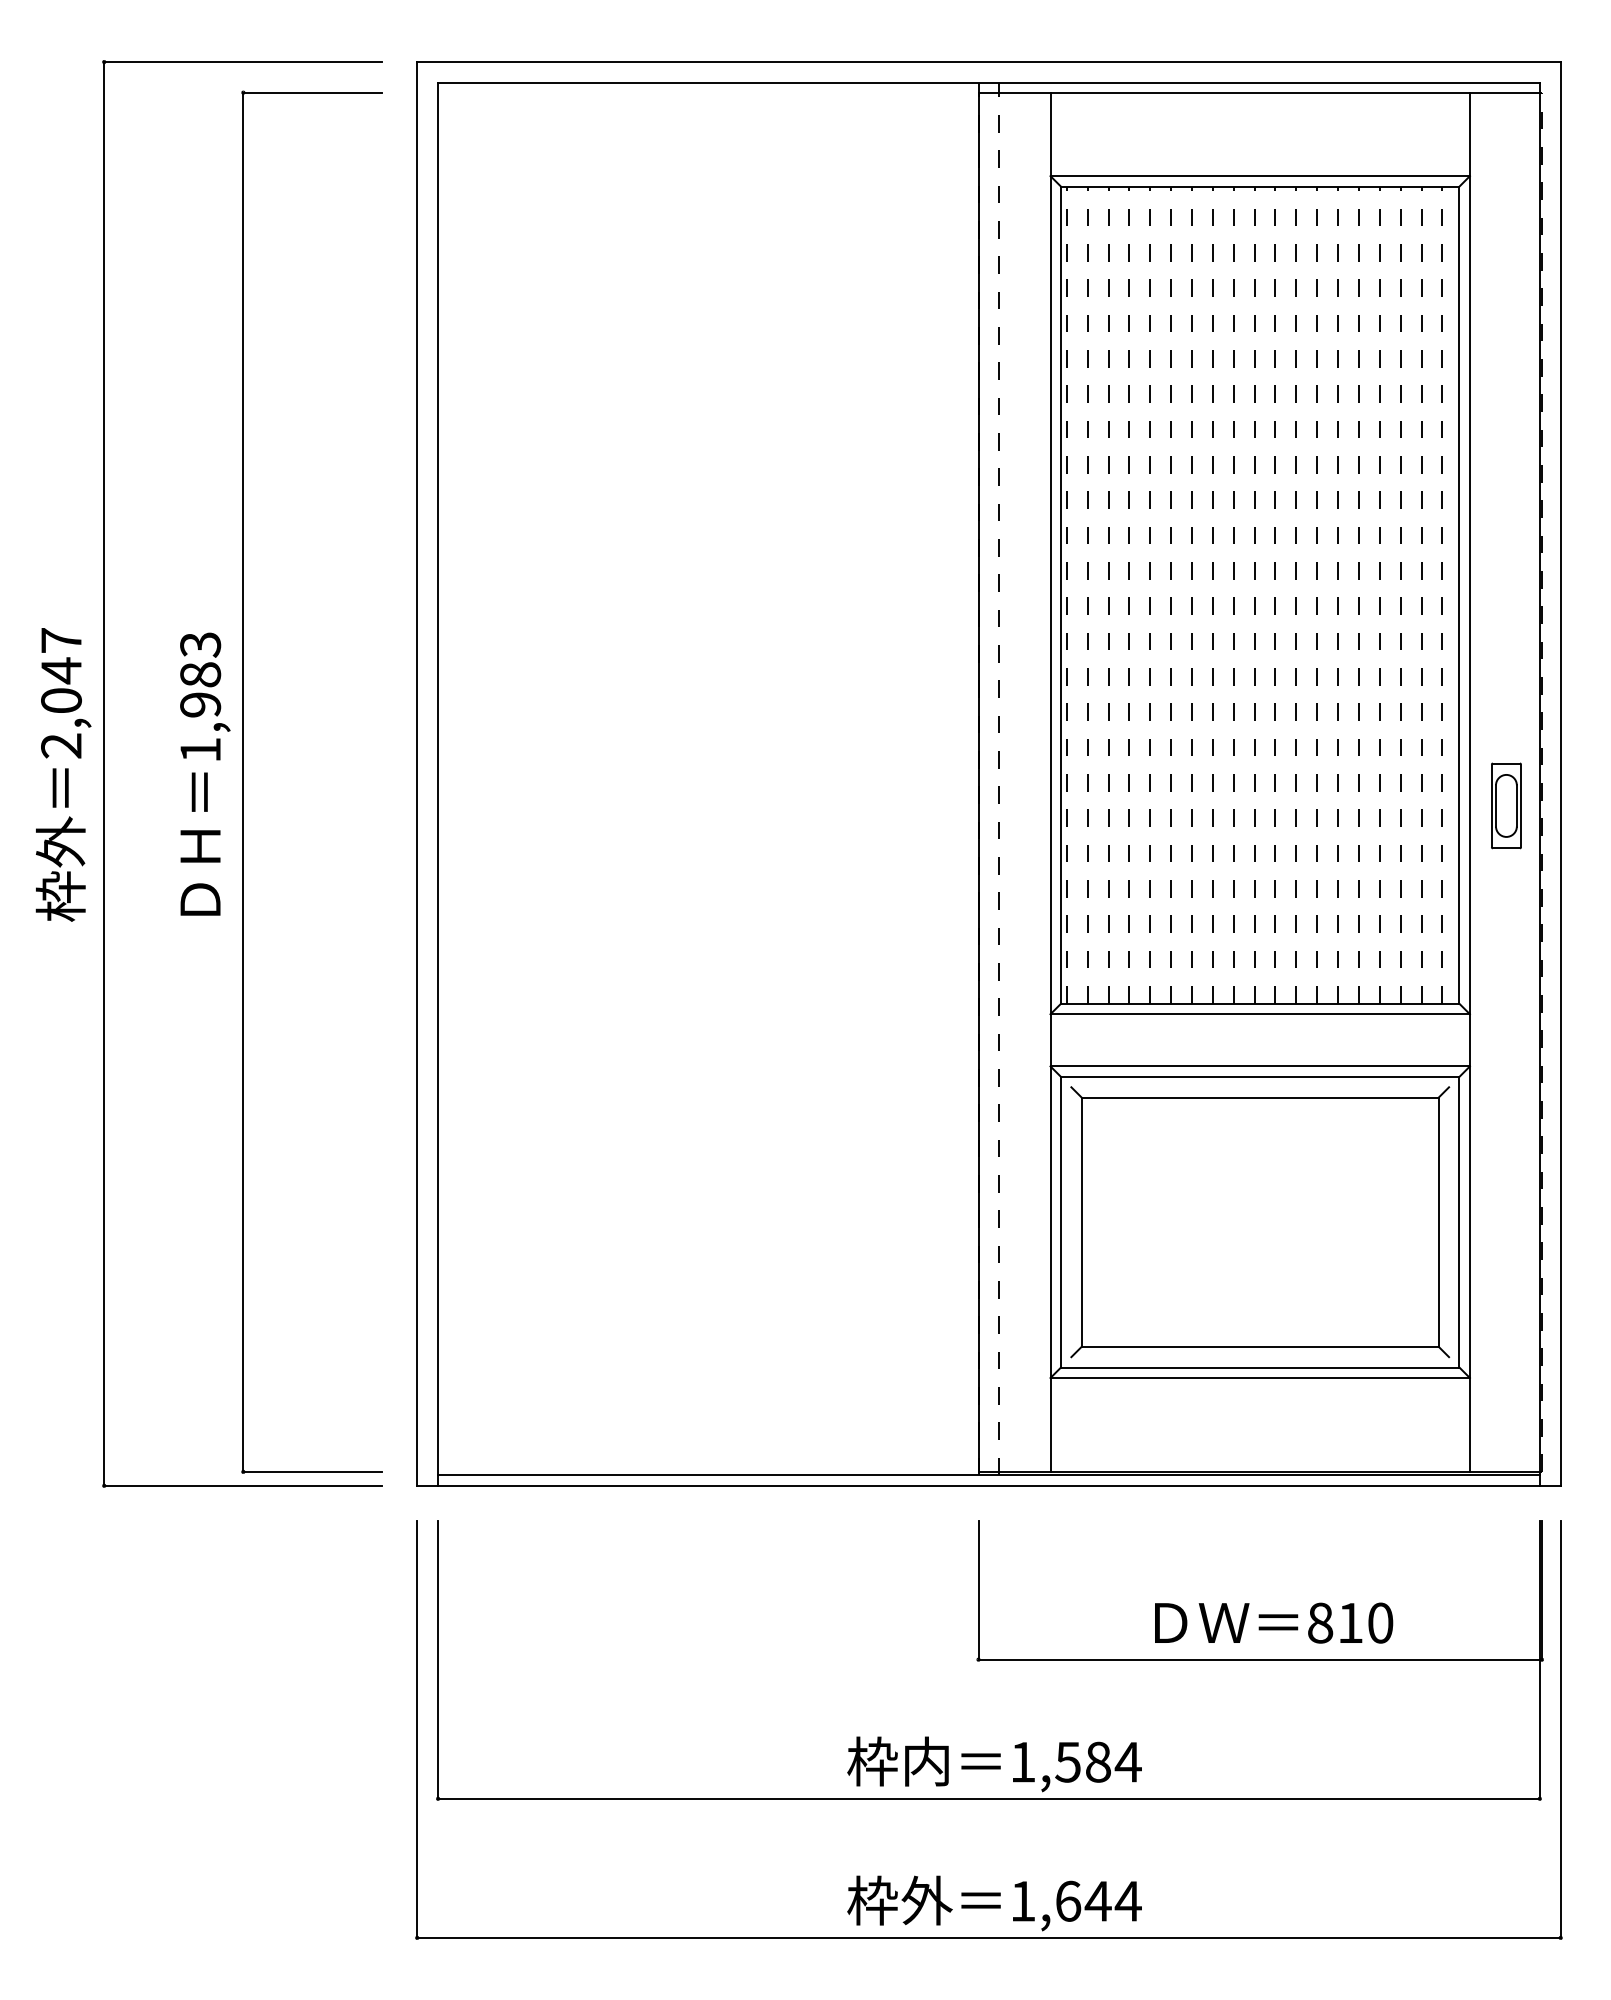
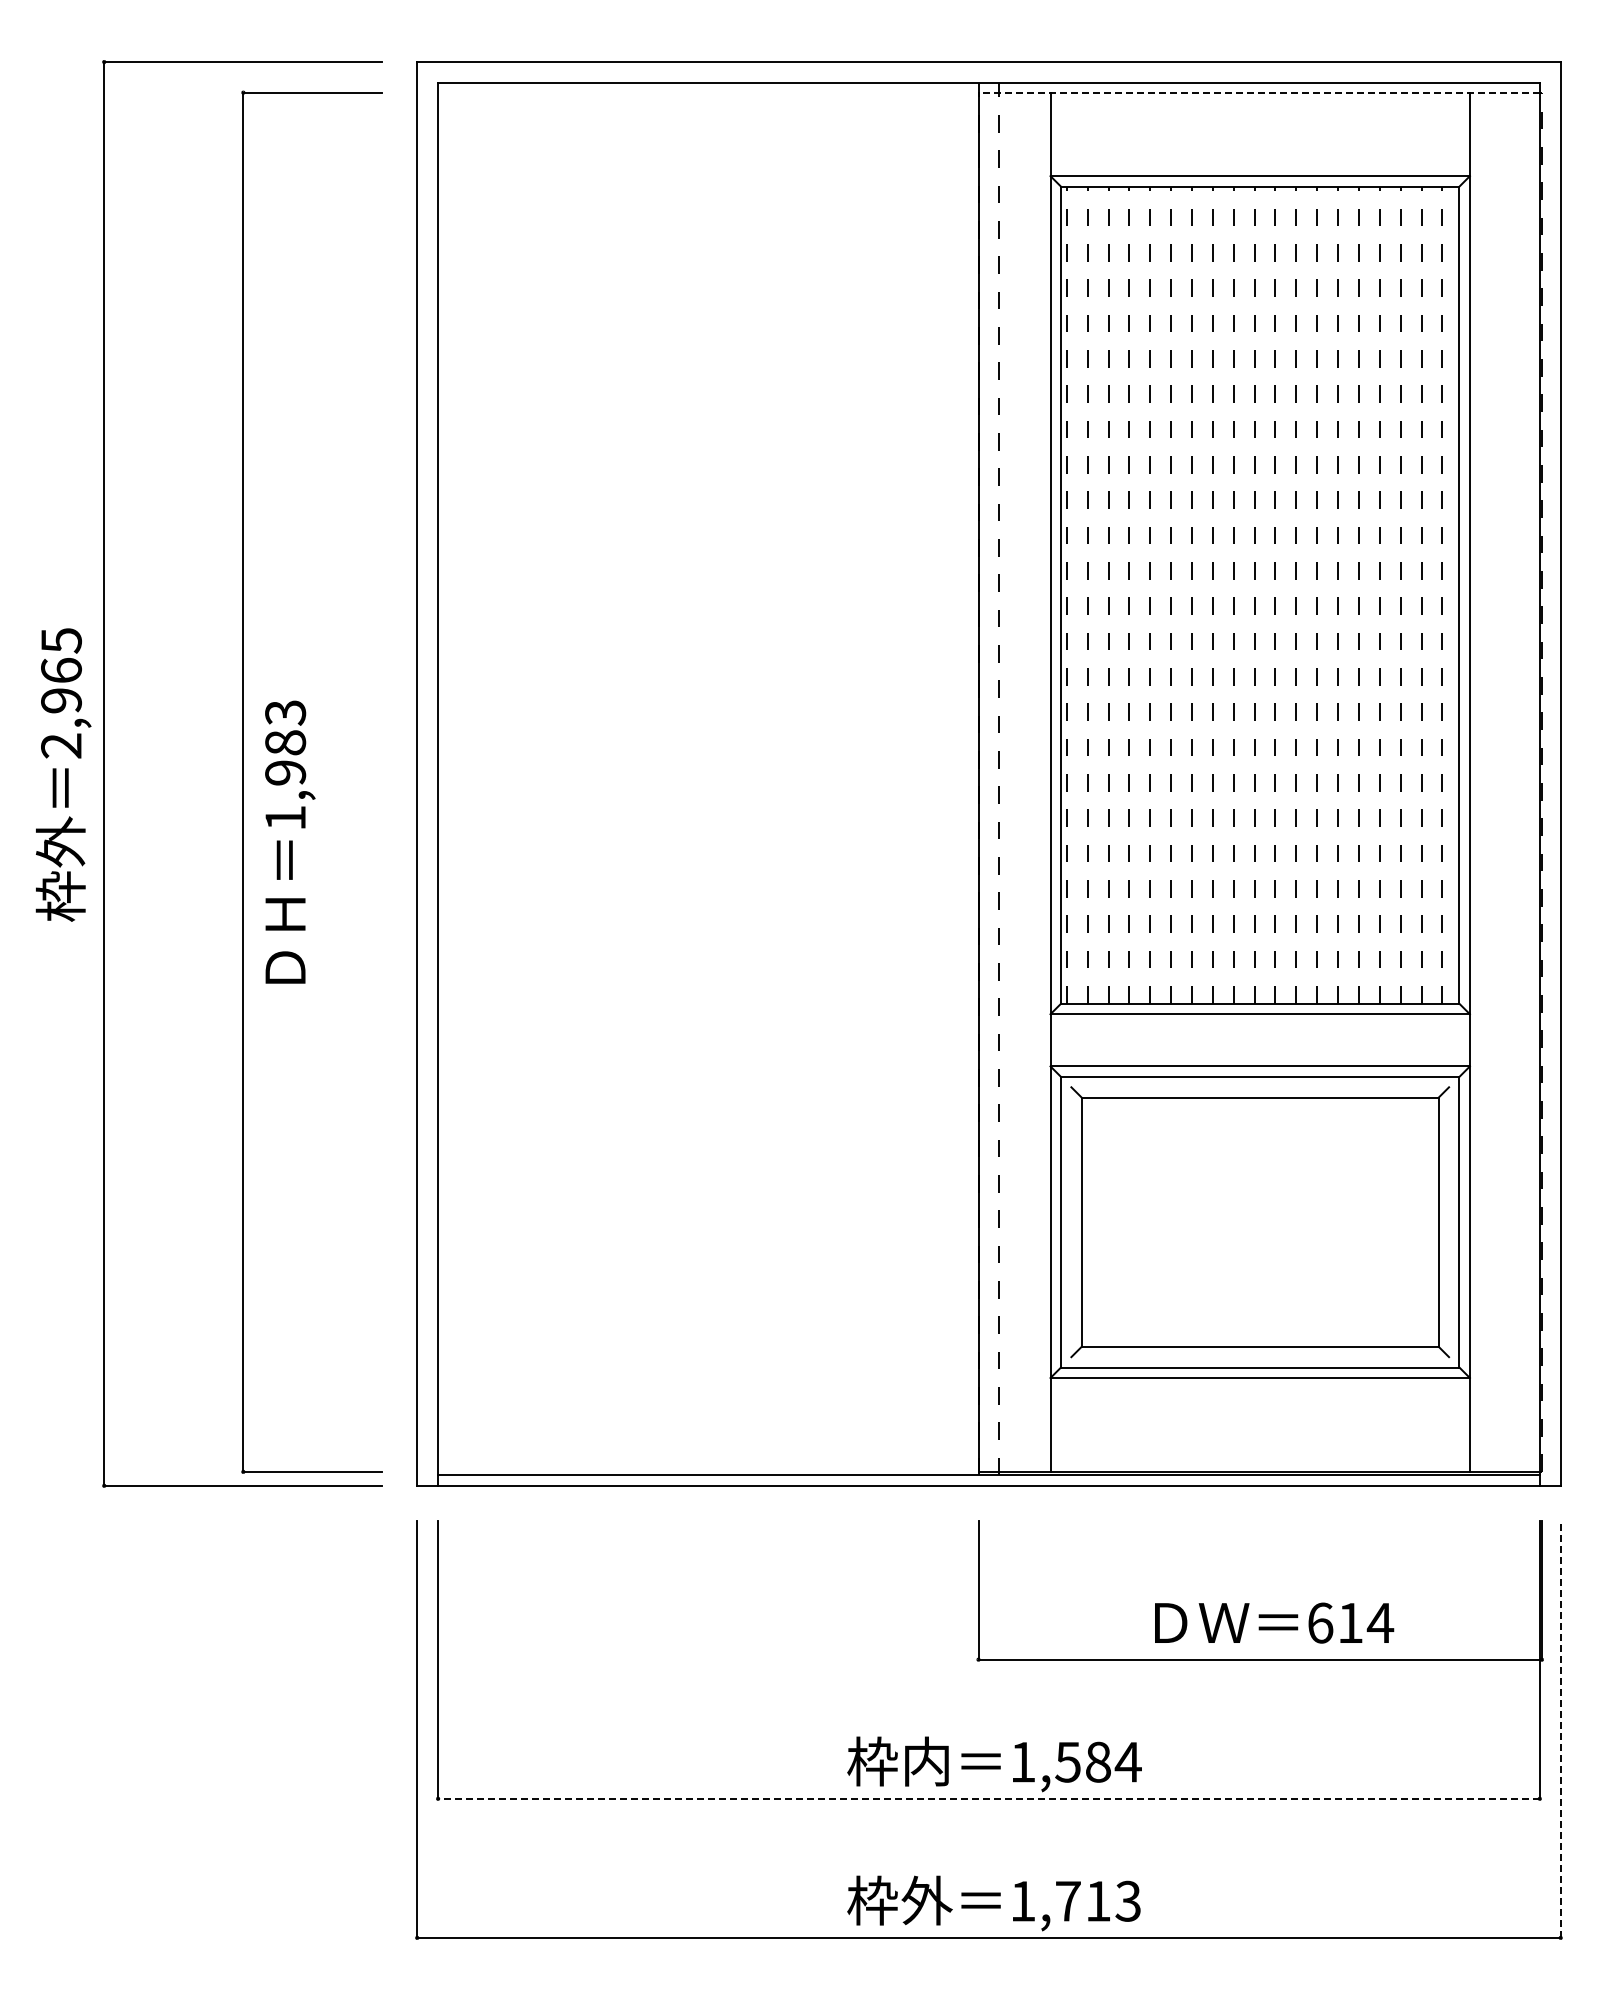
line at (1259, 92): solid -> dashed
text at (61, 670): 2,047 -> 2,965
text at (205, 773) position: (205, 773) -> (290, 841)
part at (1506, 805): present -> none
text at (1351, 1622): 810 -> 614
line at (1560, 1729): solid -> dashed
line at (988, 1798): solid -> dashed
text at (1098, 1900): 1,644 -> 1,713
